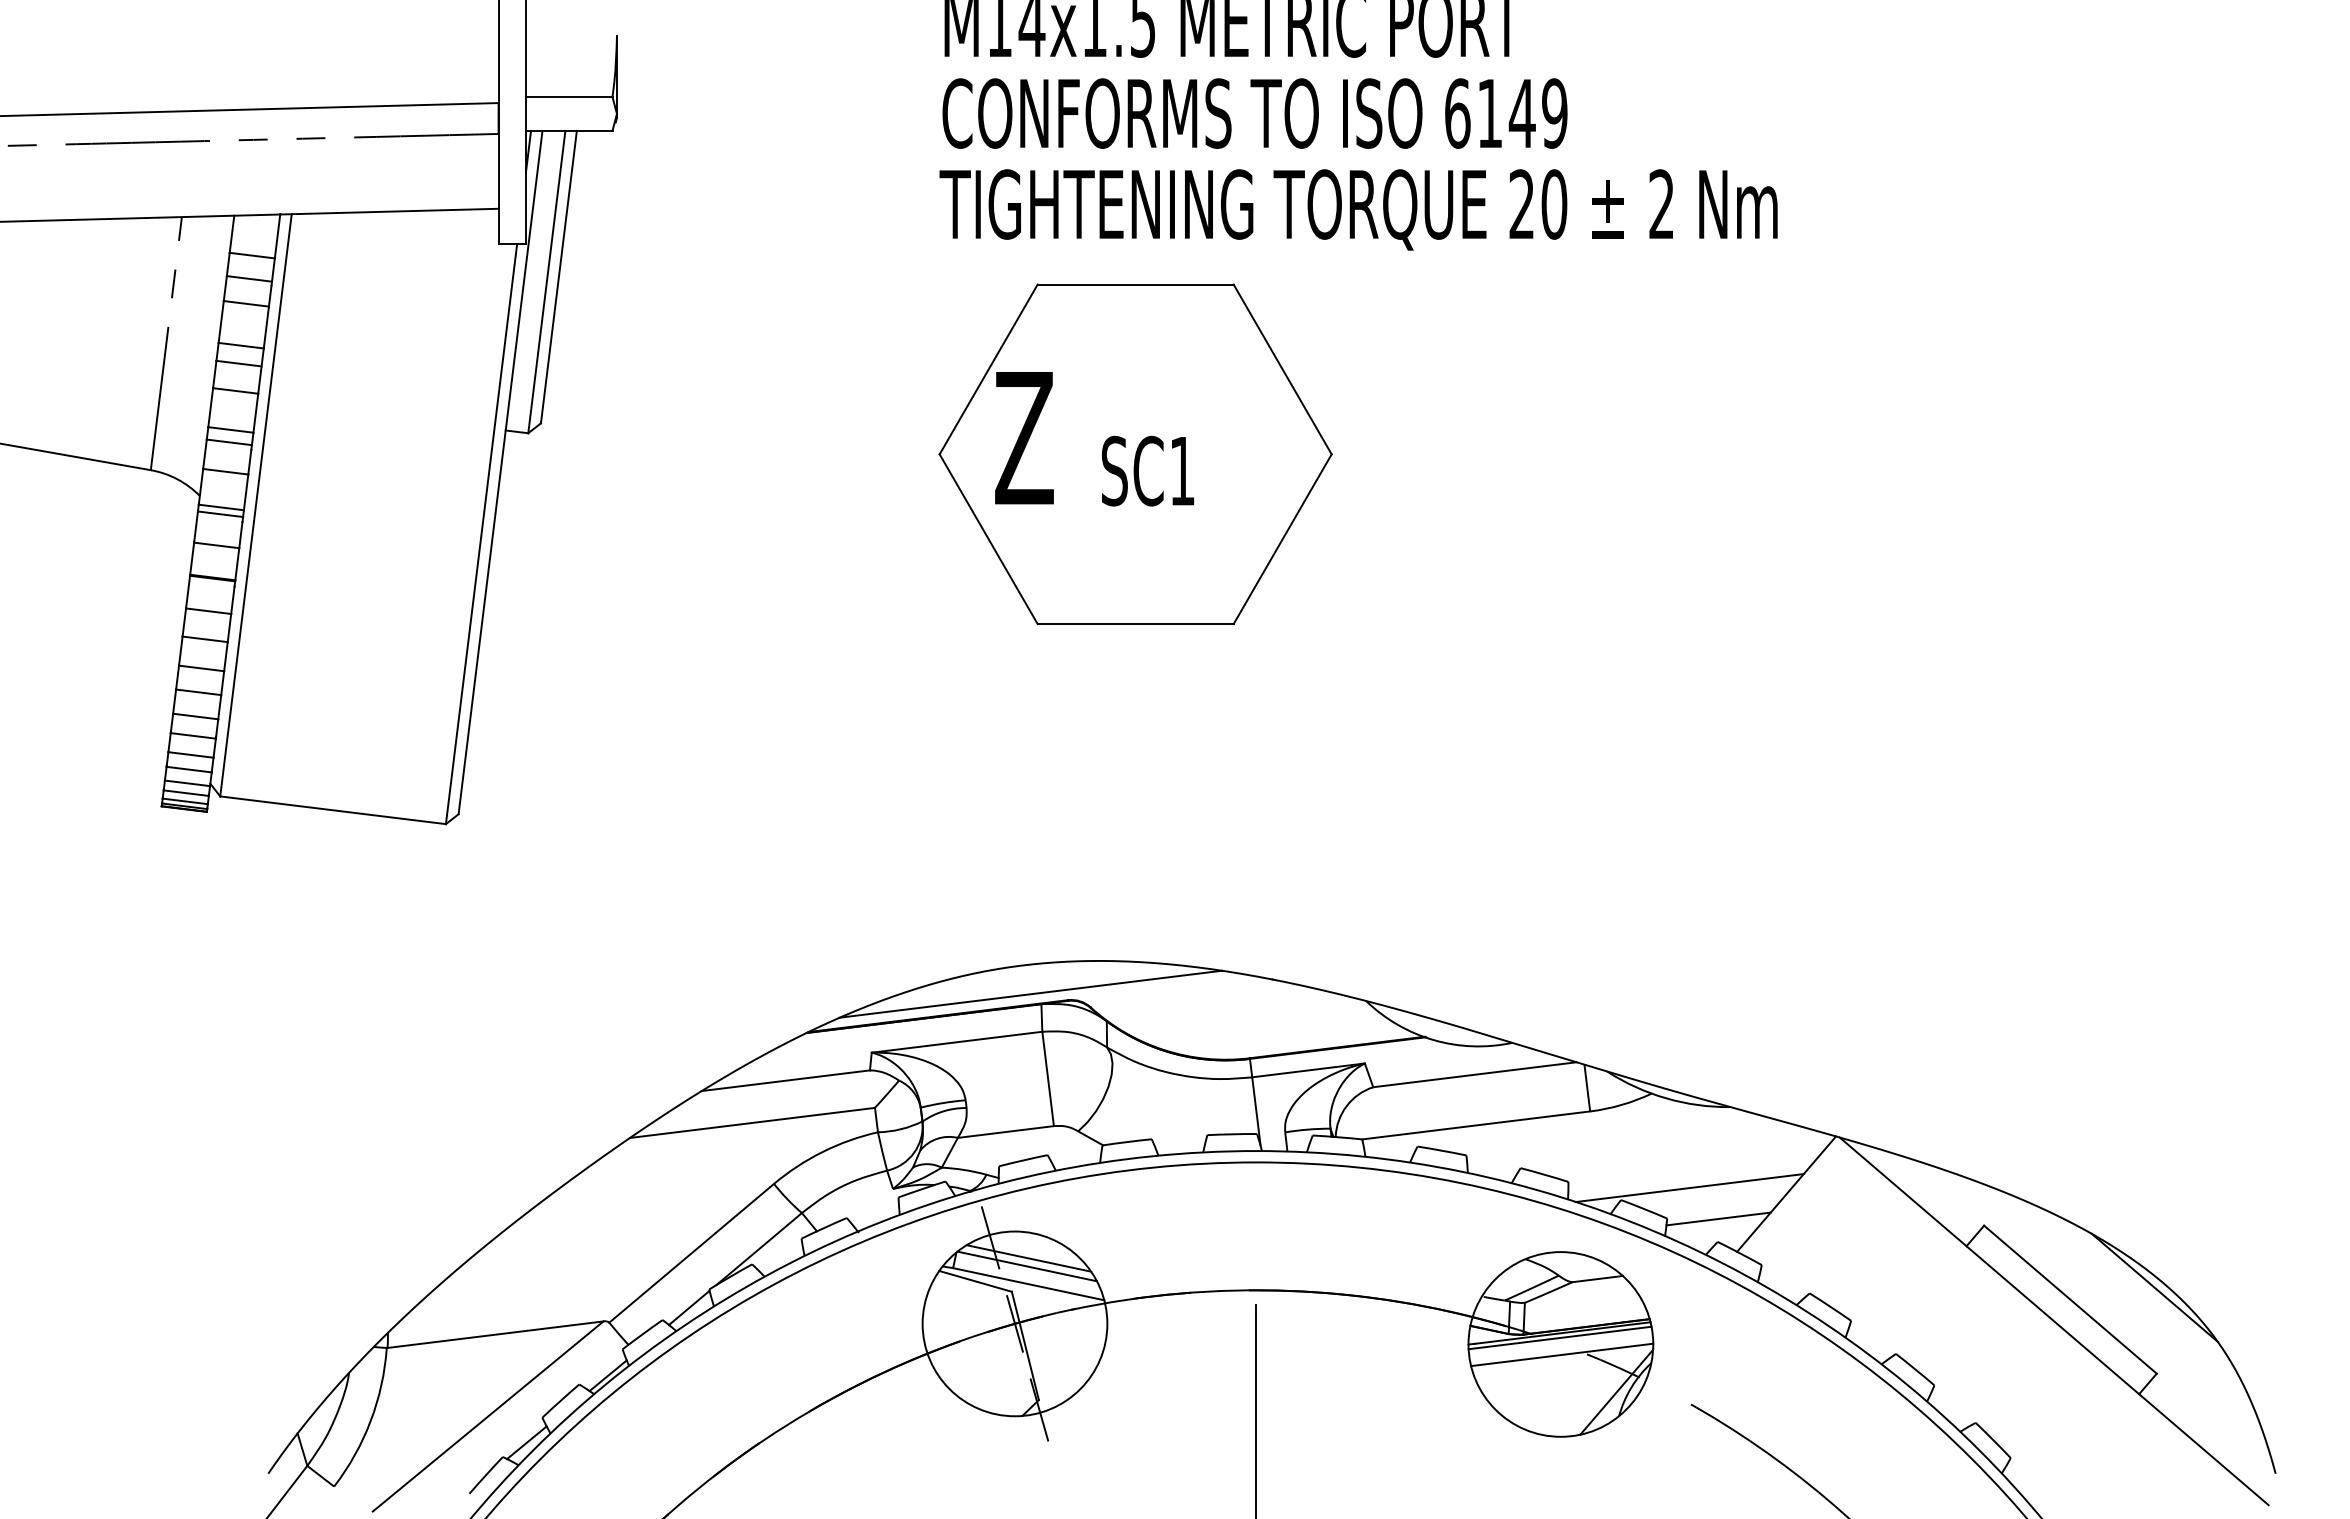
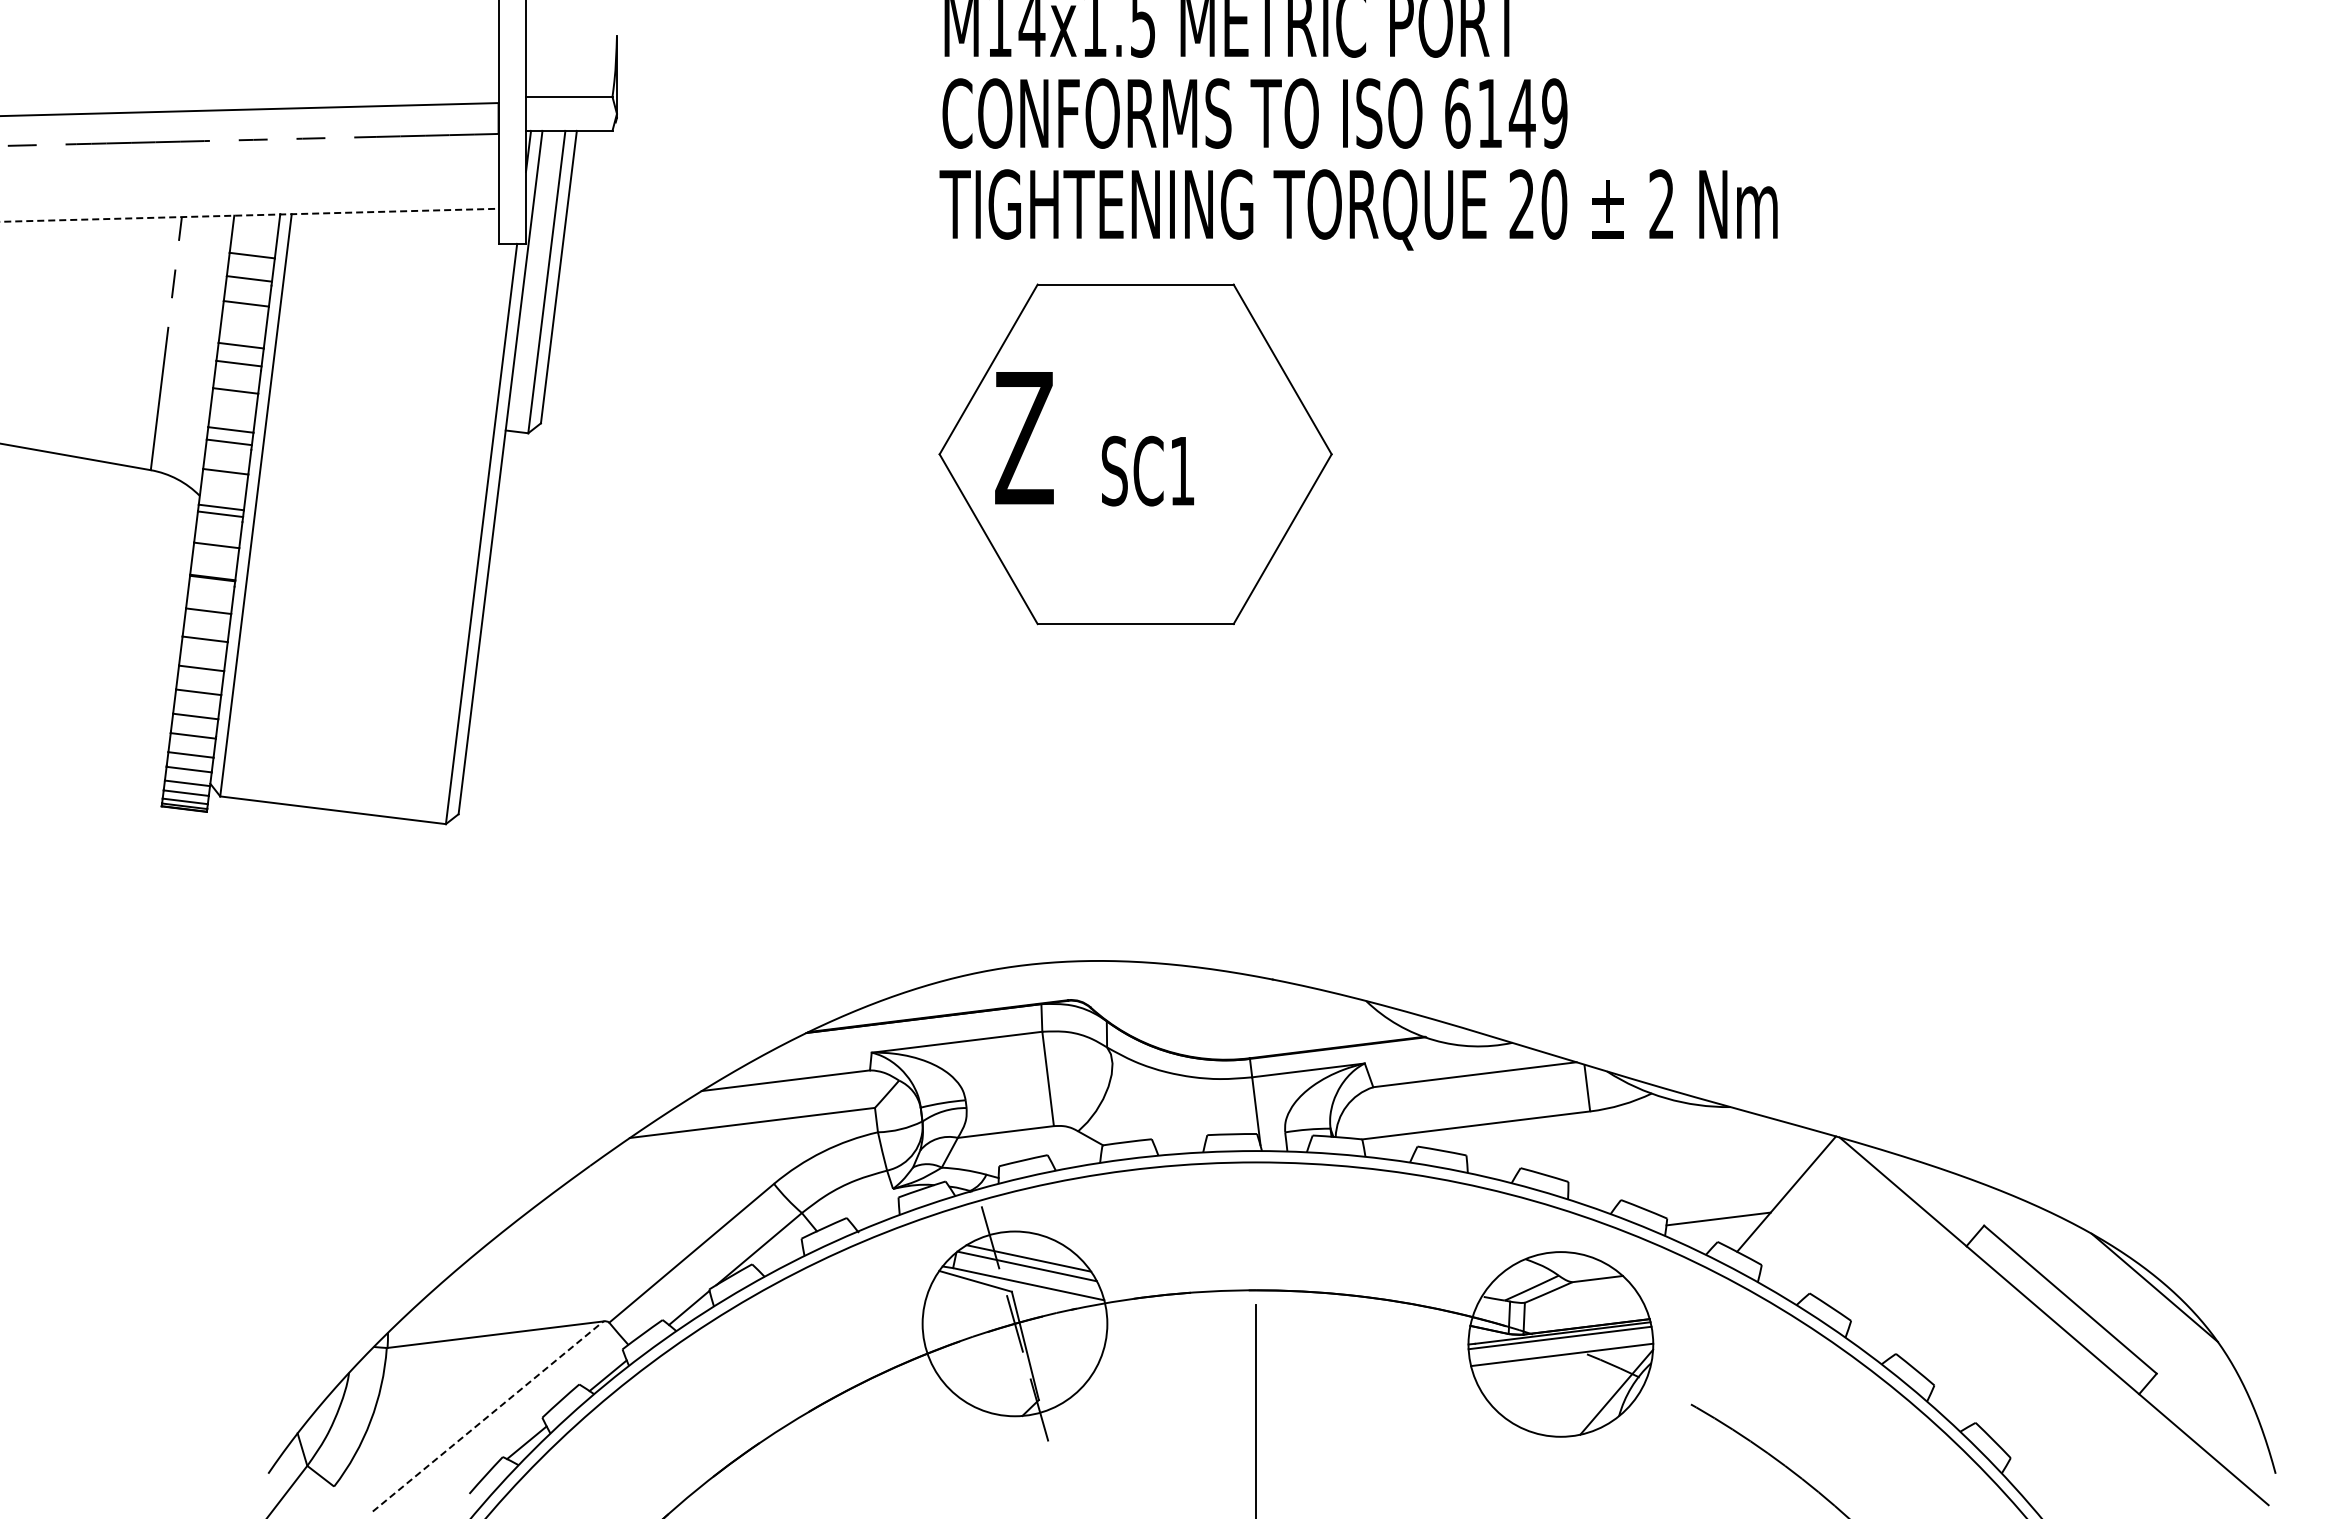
line at (249, 215): solid -> dashed
line at (1030, 993): present -> none
line at (1689, 1188): present -> none
line at (488, 1416): solid -> dashed
